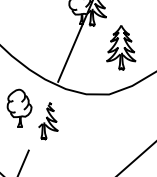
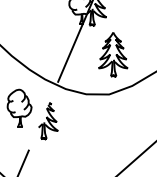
part at (121, 47) position: (121, 47) -> (113, 54)
